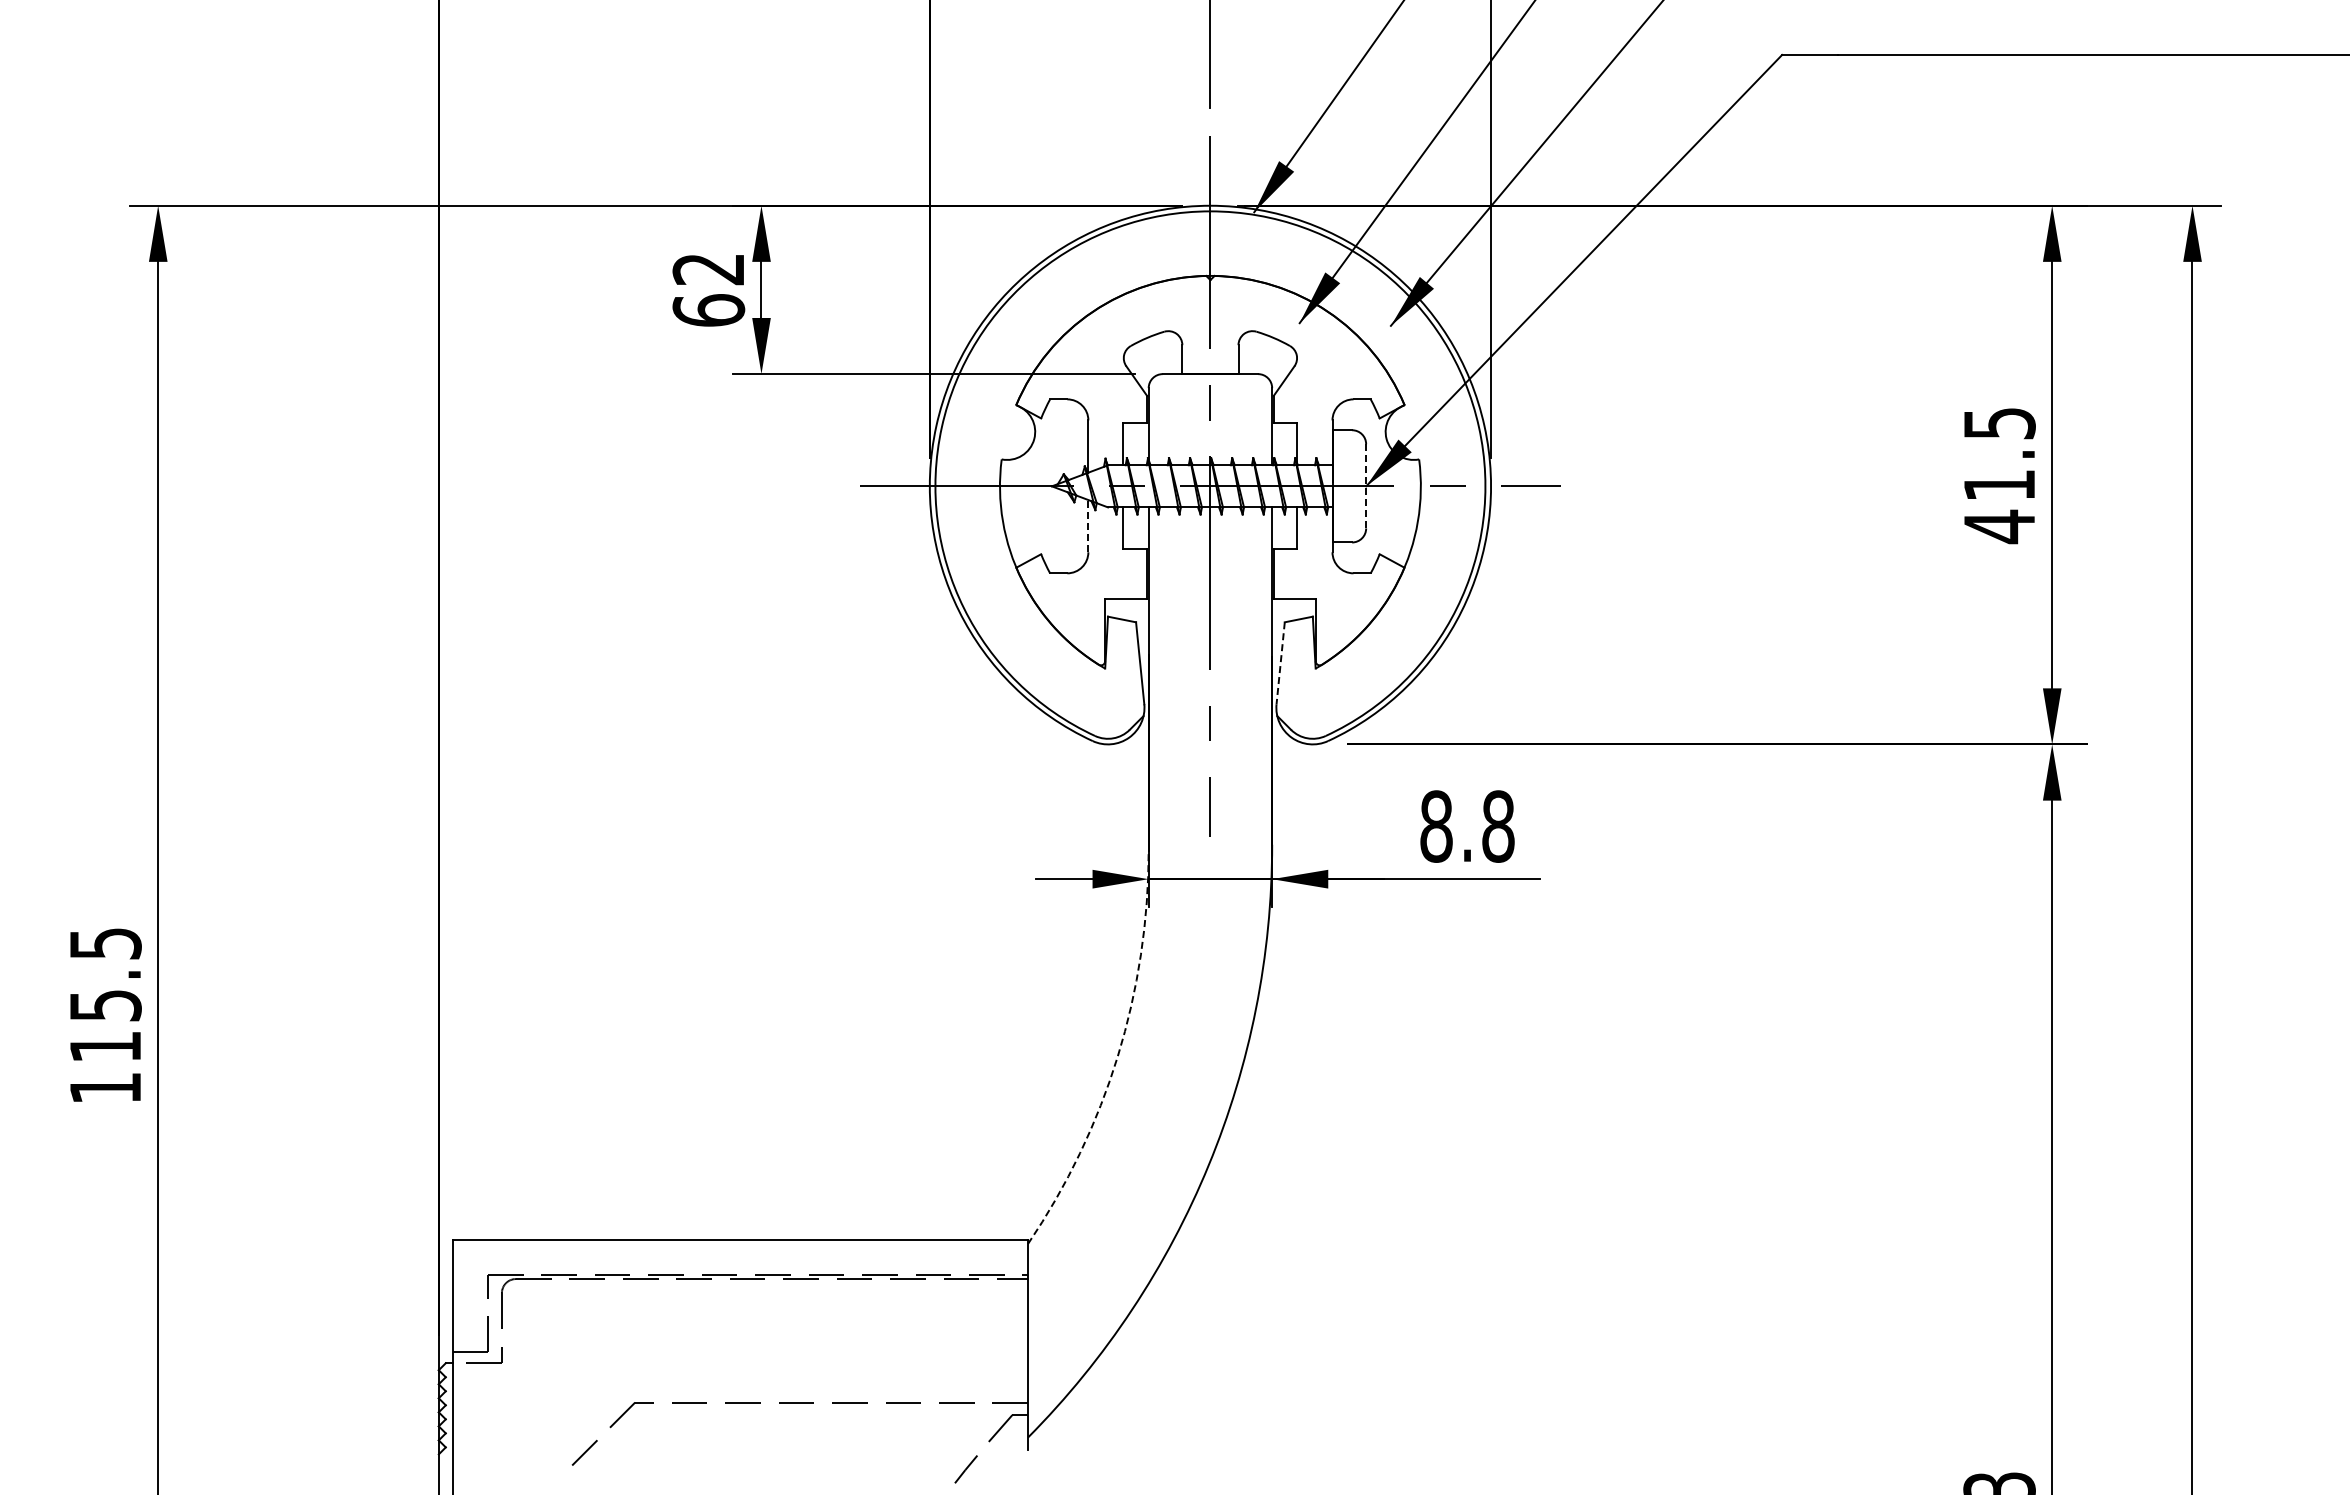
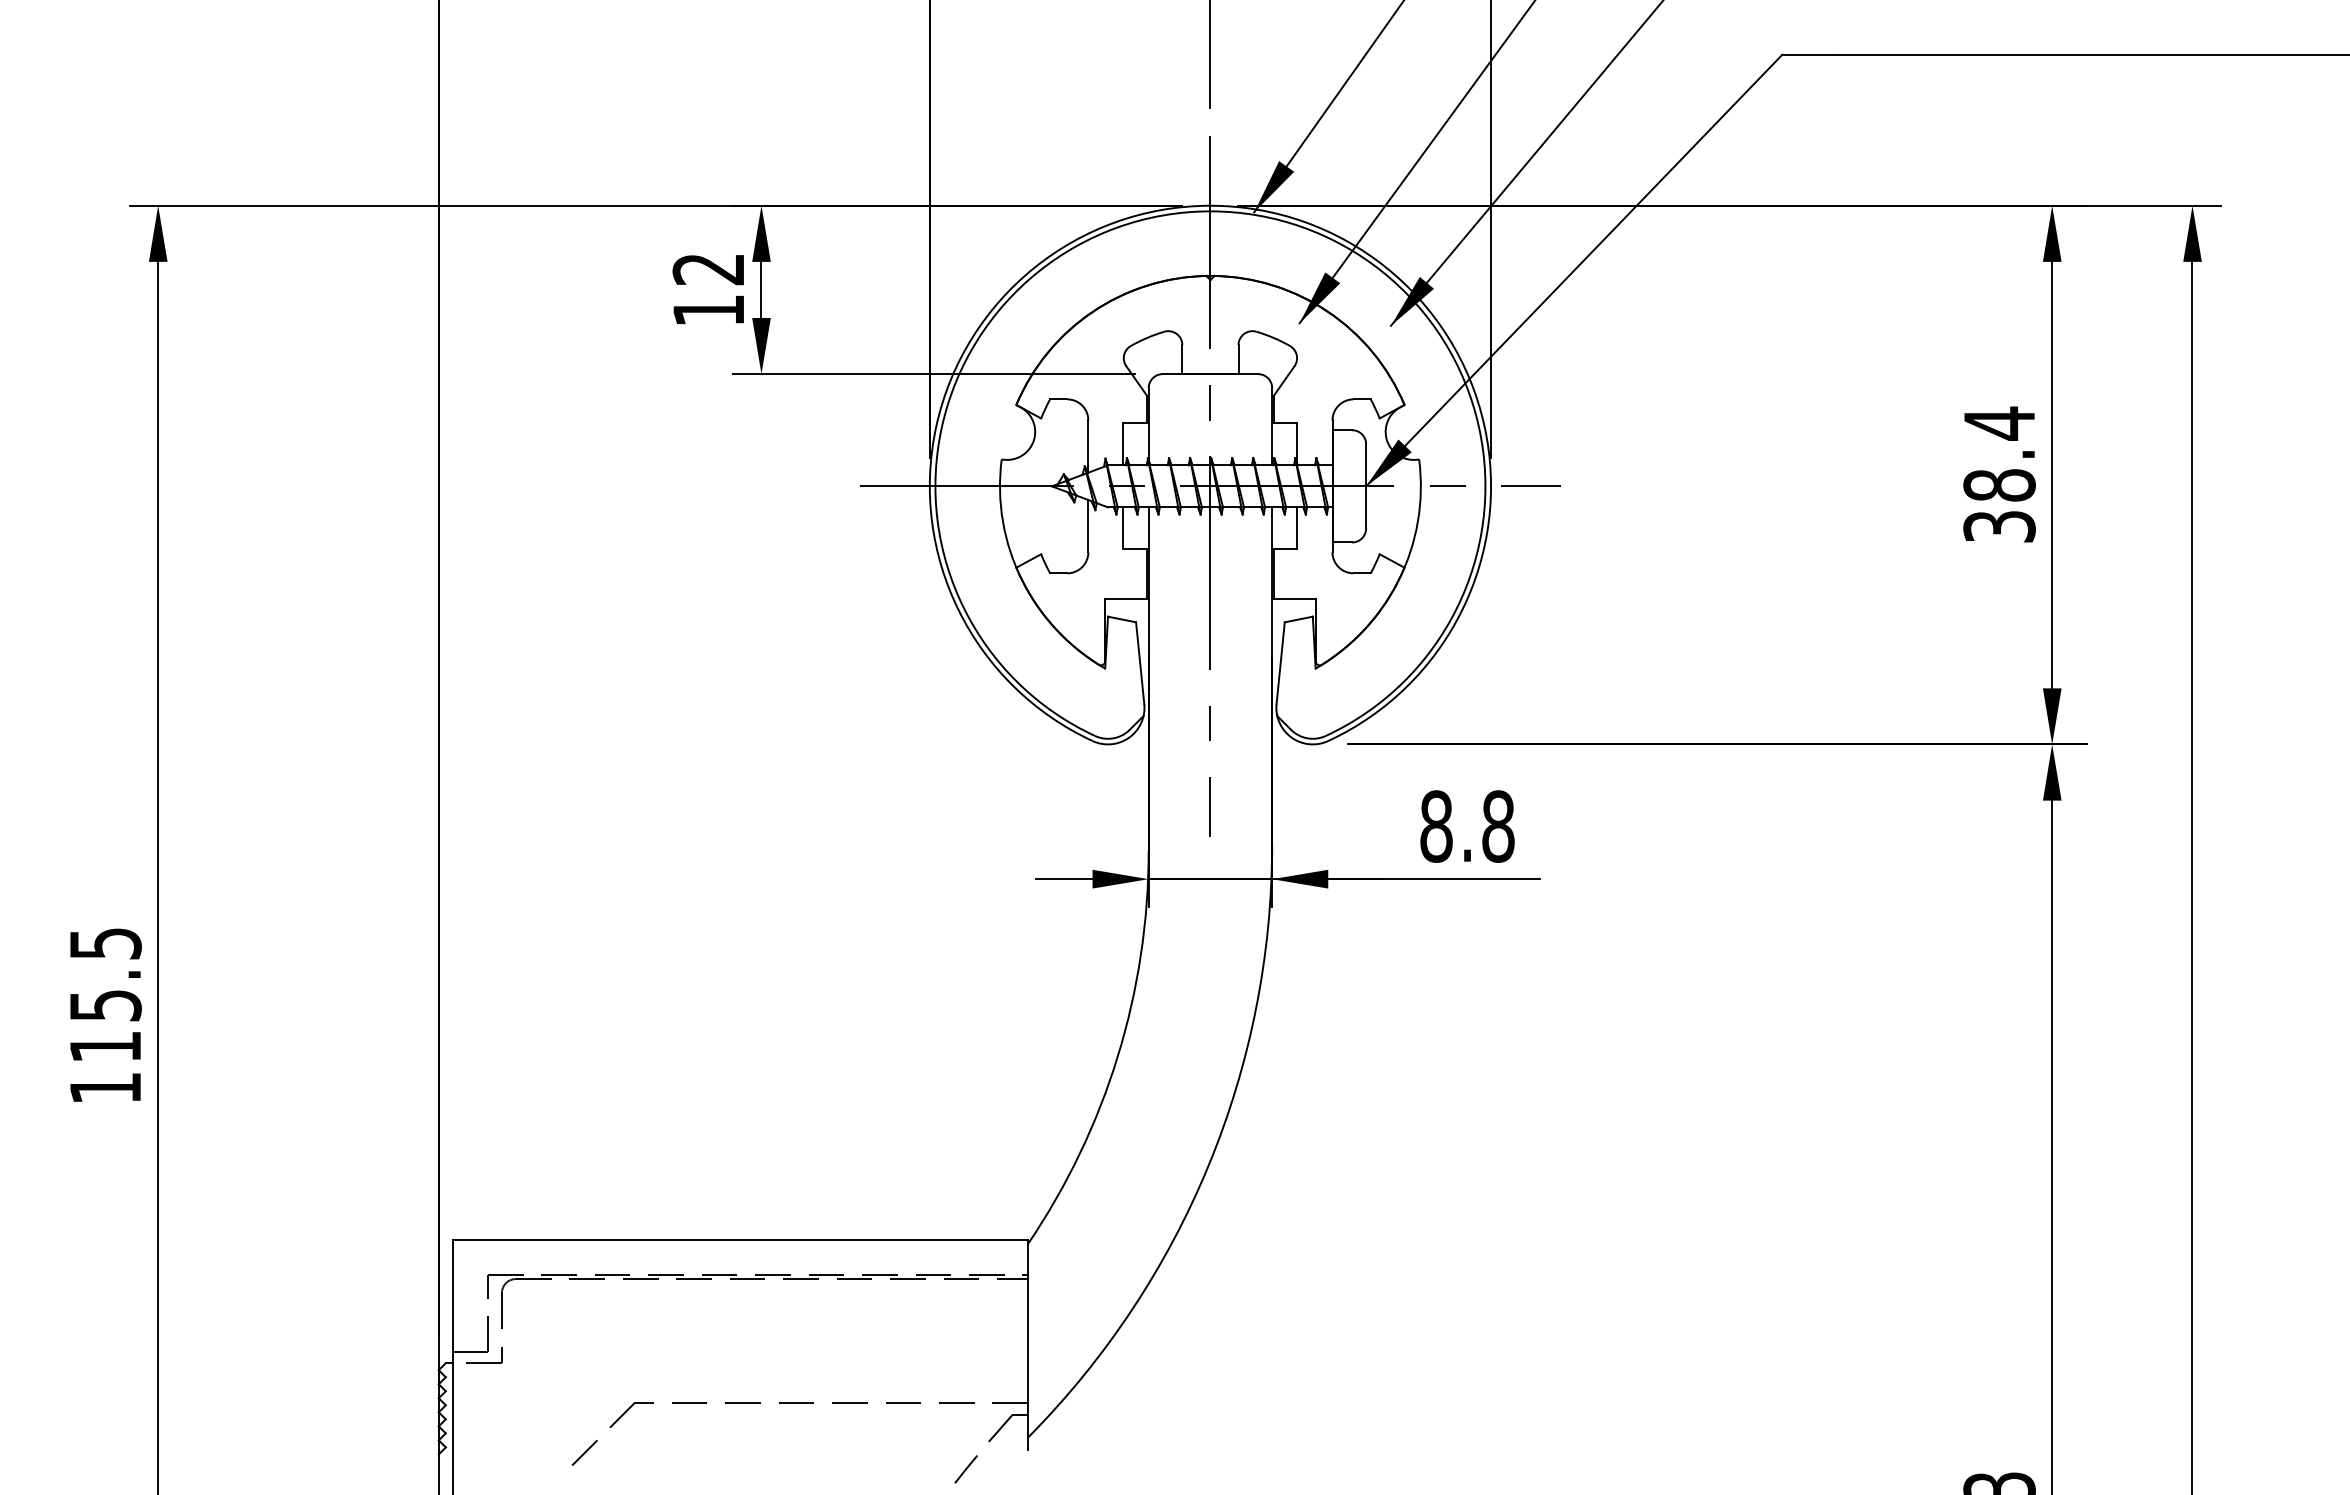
text at (708, 310): 62 -> 12
text at (1999, 475): 41.5 -> 38.4
line at (1366, 486): dashed -> solid
line at (1088, 525): dashed -> solid
line at (1280, 663): dashed -> solid
arc at (1117, 1056): dashed -> solid
